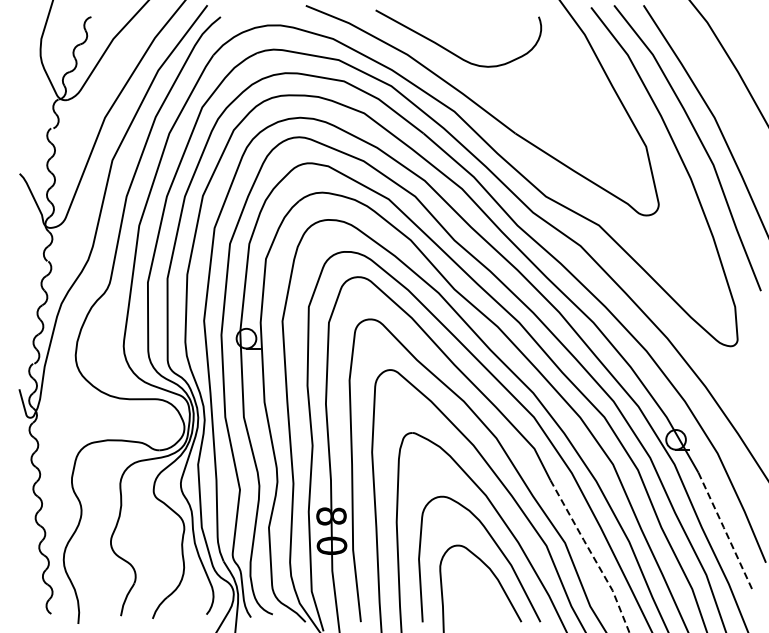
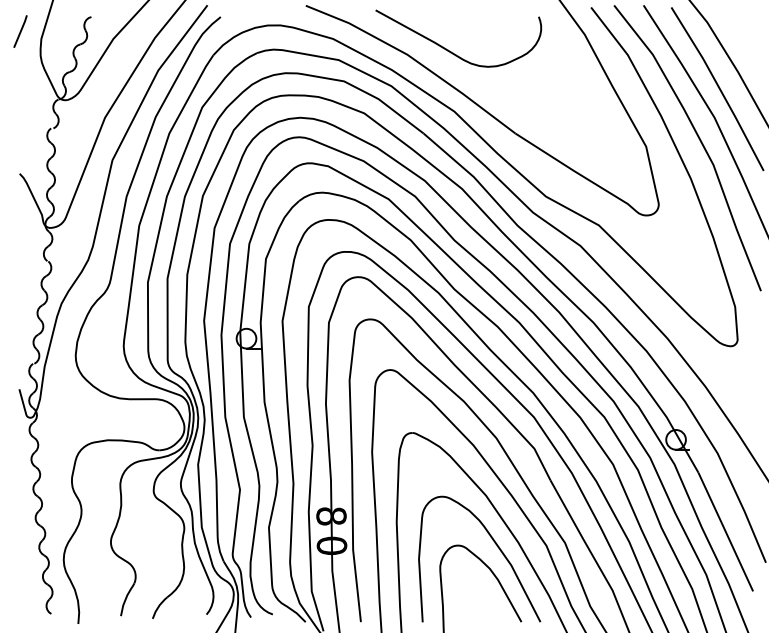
line at (20, 31): none -> present
line at (718, 88): none -> present
line at (725, 532): dashed -> solid
line at (592, 555): dashed -> solid
